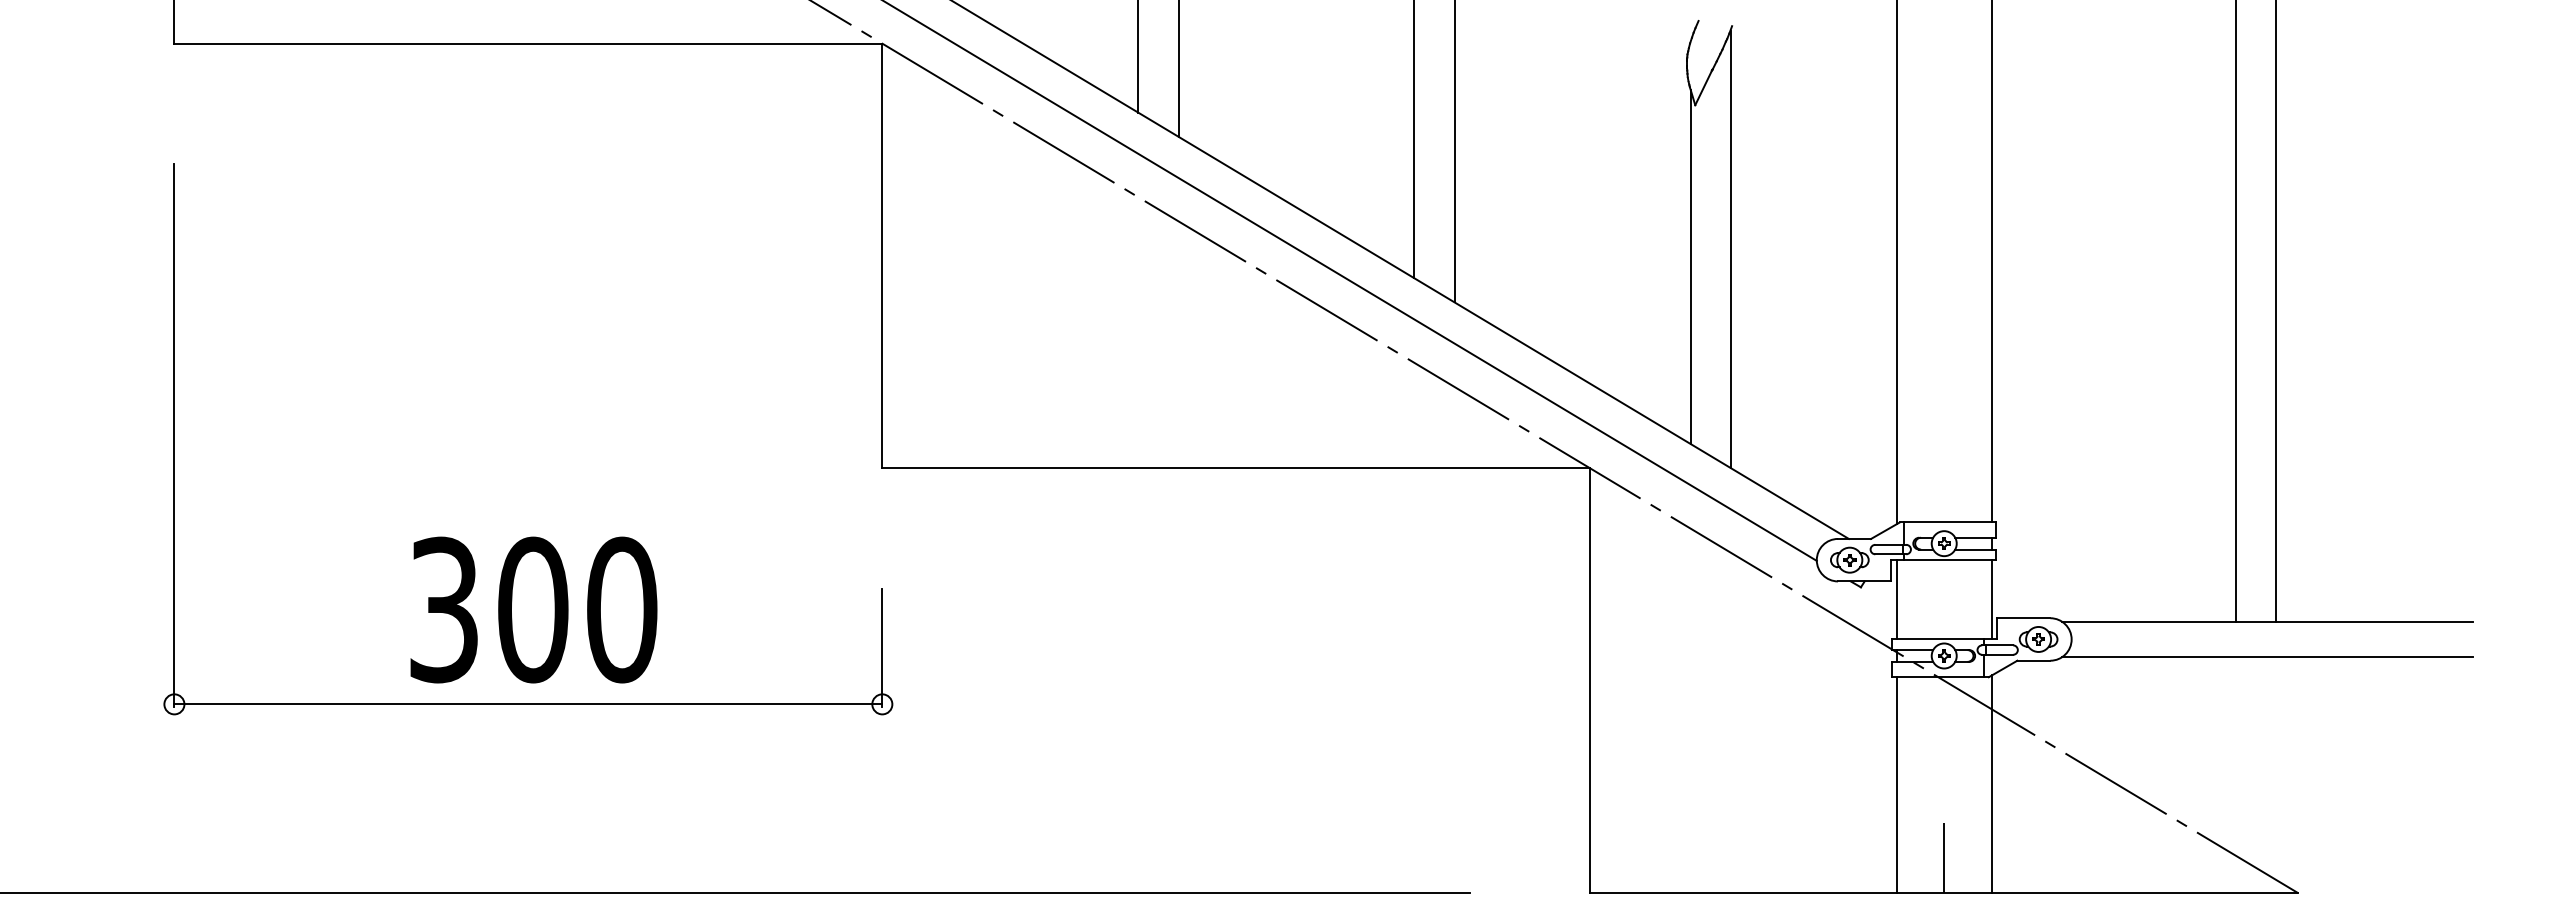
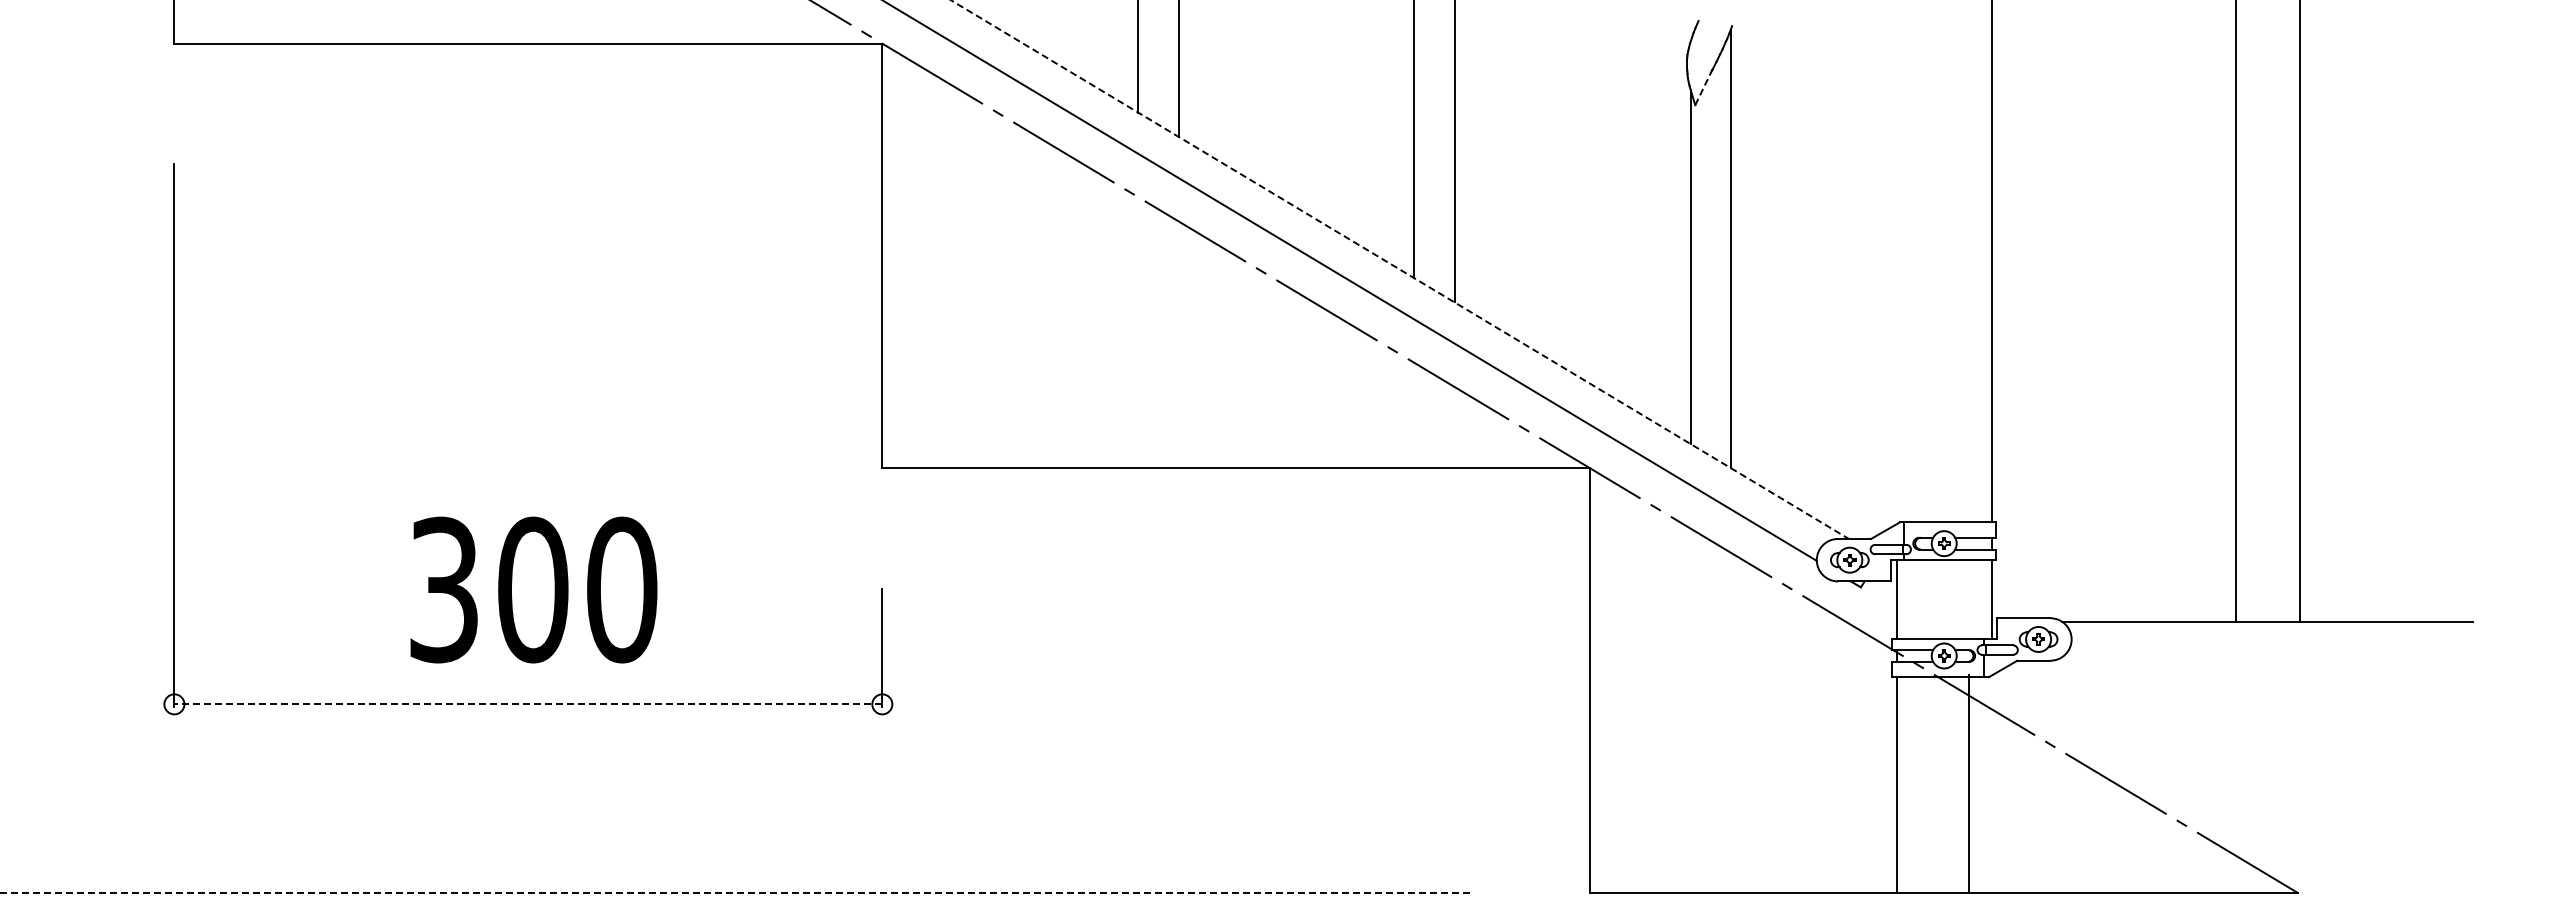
line at (1703, 87): solid -> dashed
line at (1896, 263): present -> none
line at (1400, 269): solid -> dashed
line at (2275, 311) position: (2275, 311) -> (2299, 311)
text at (533, 609) position: (533, 609) -> (533, 589)
line at (2267, 657): present -> none
line at (528, 704): solid -> dashed
line at (1992, 784) position: (1992, 784) -> (1969, 784)
line at (1944, 858): present -> none
line at (735, 893): solid -> dashed
